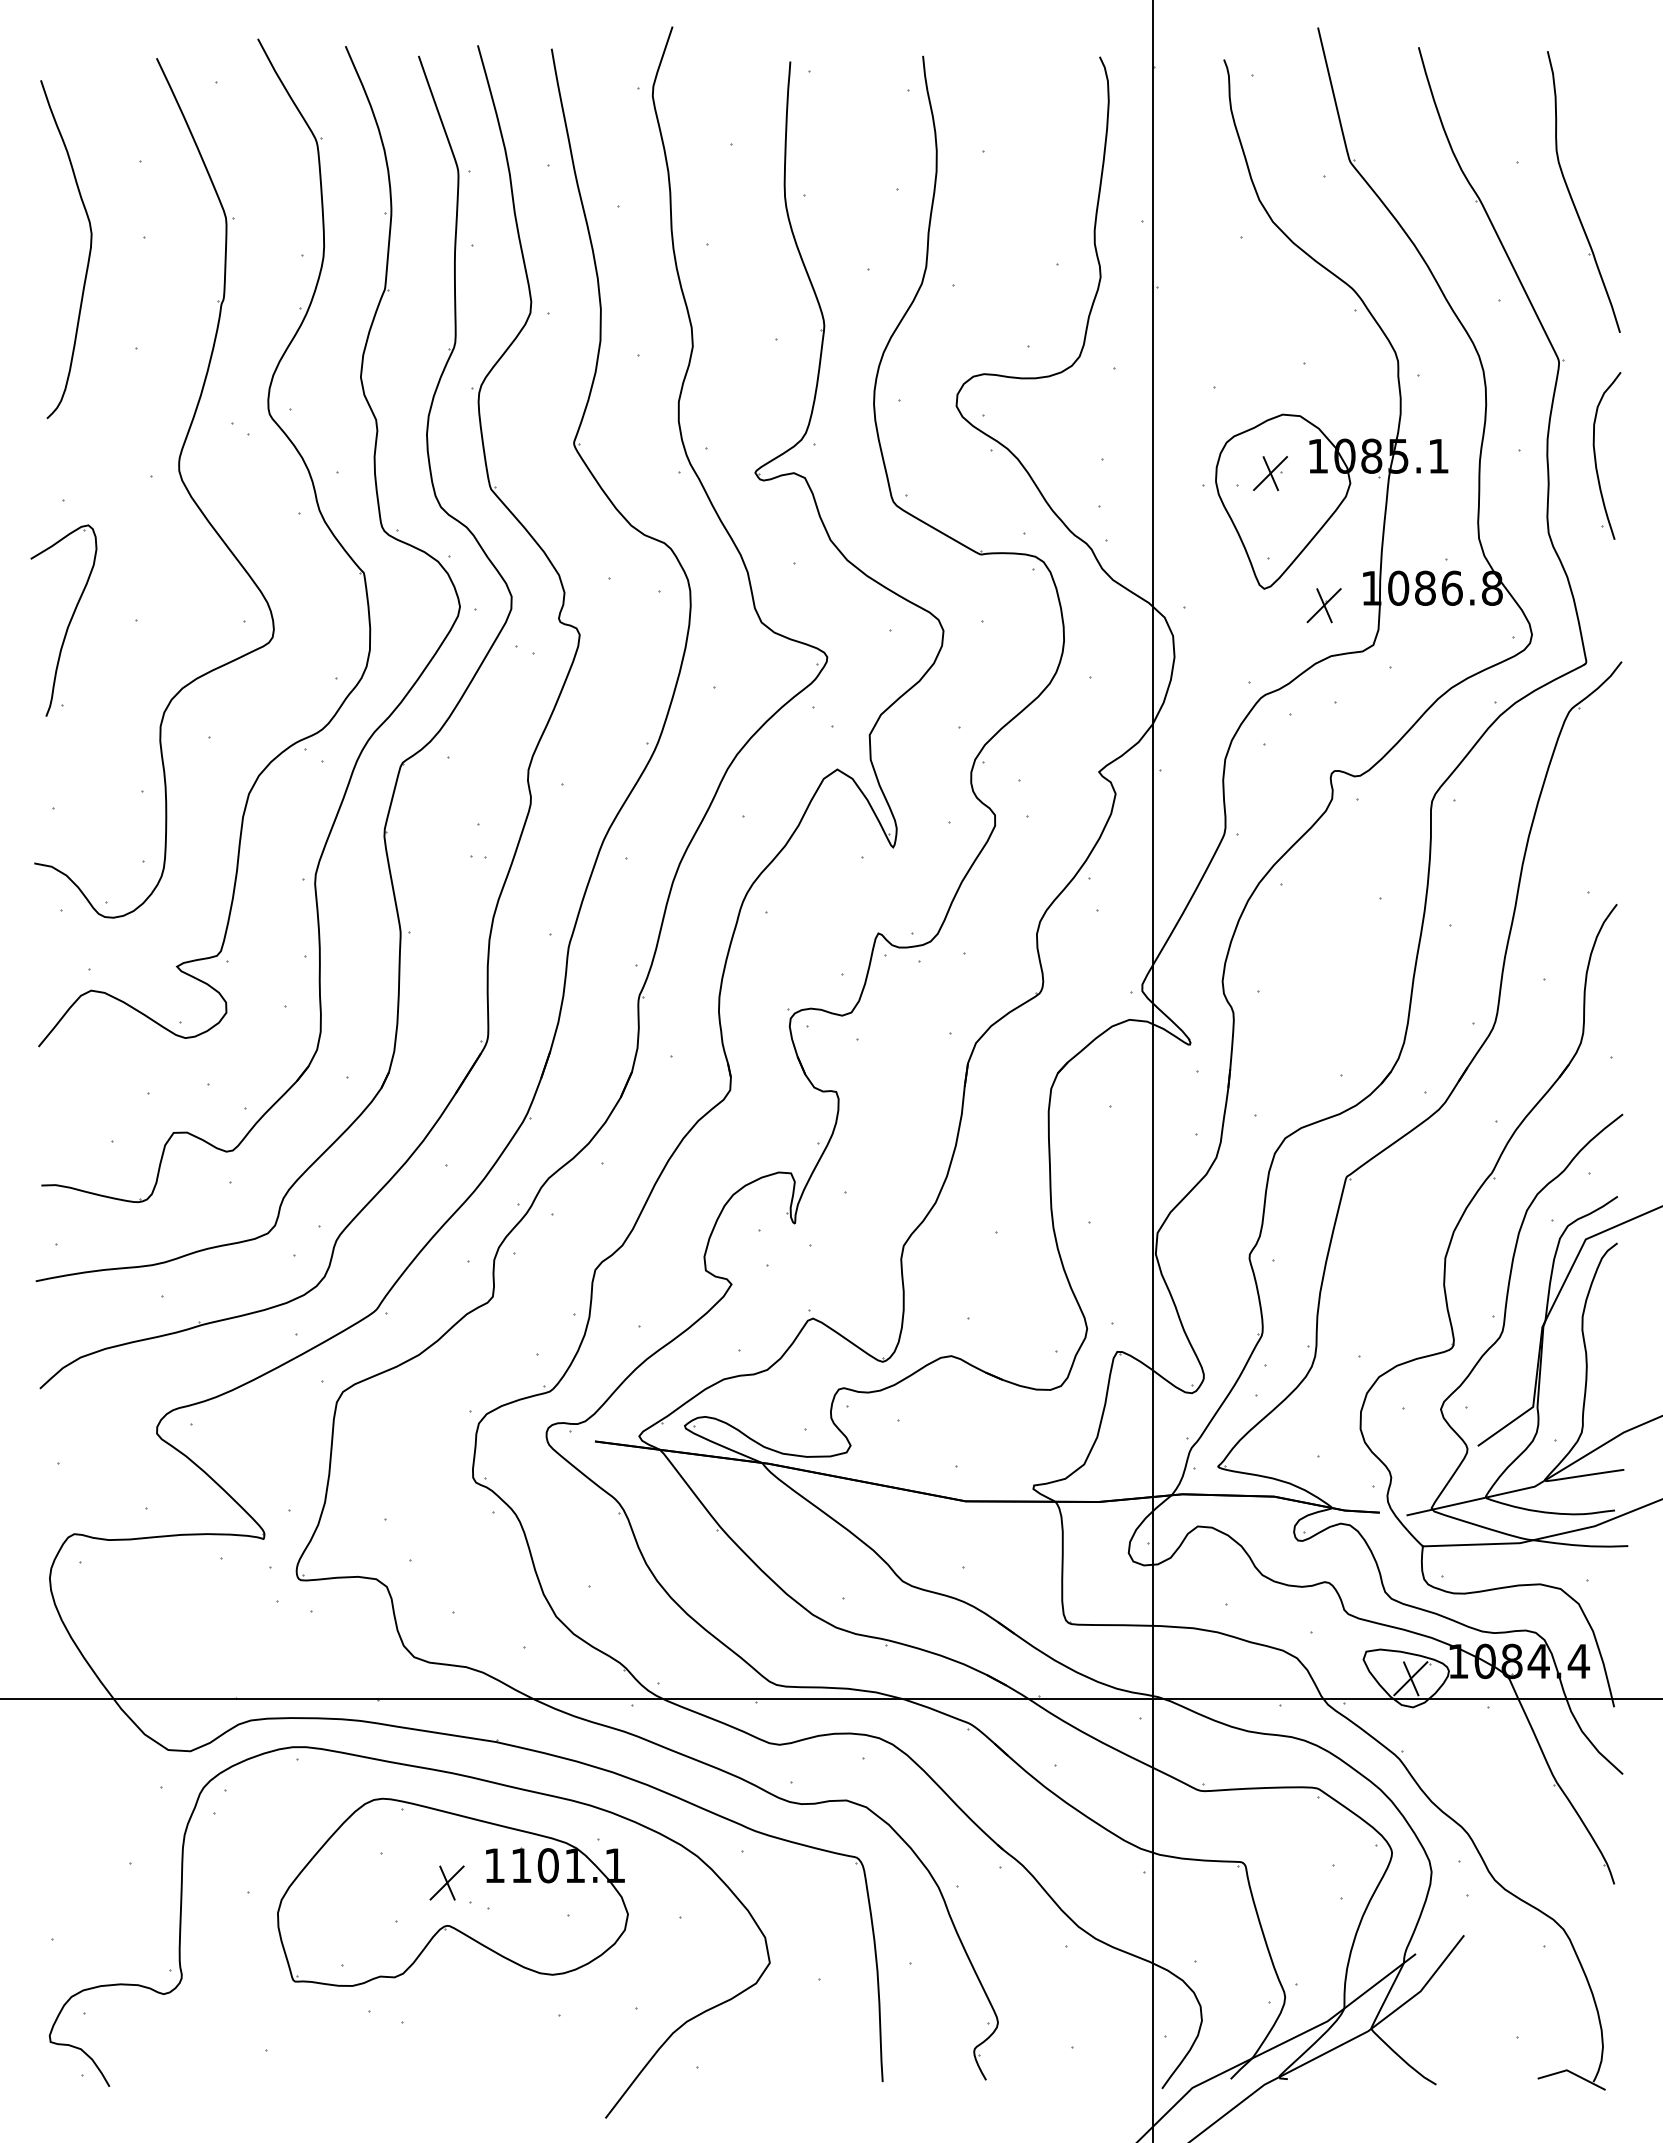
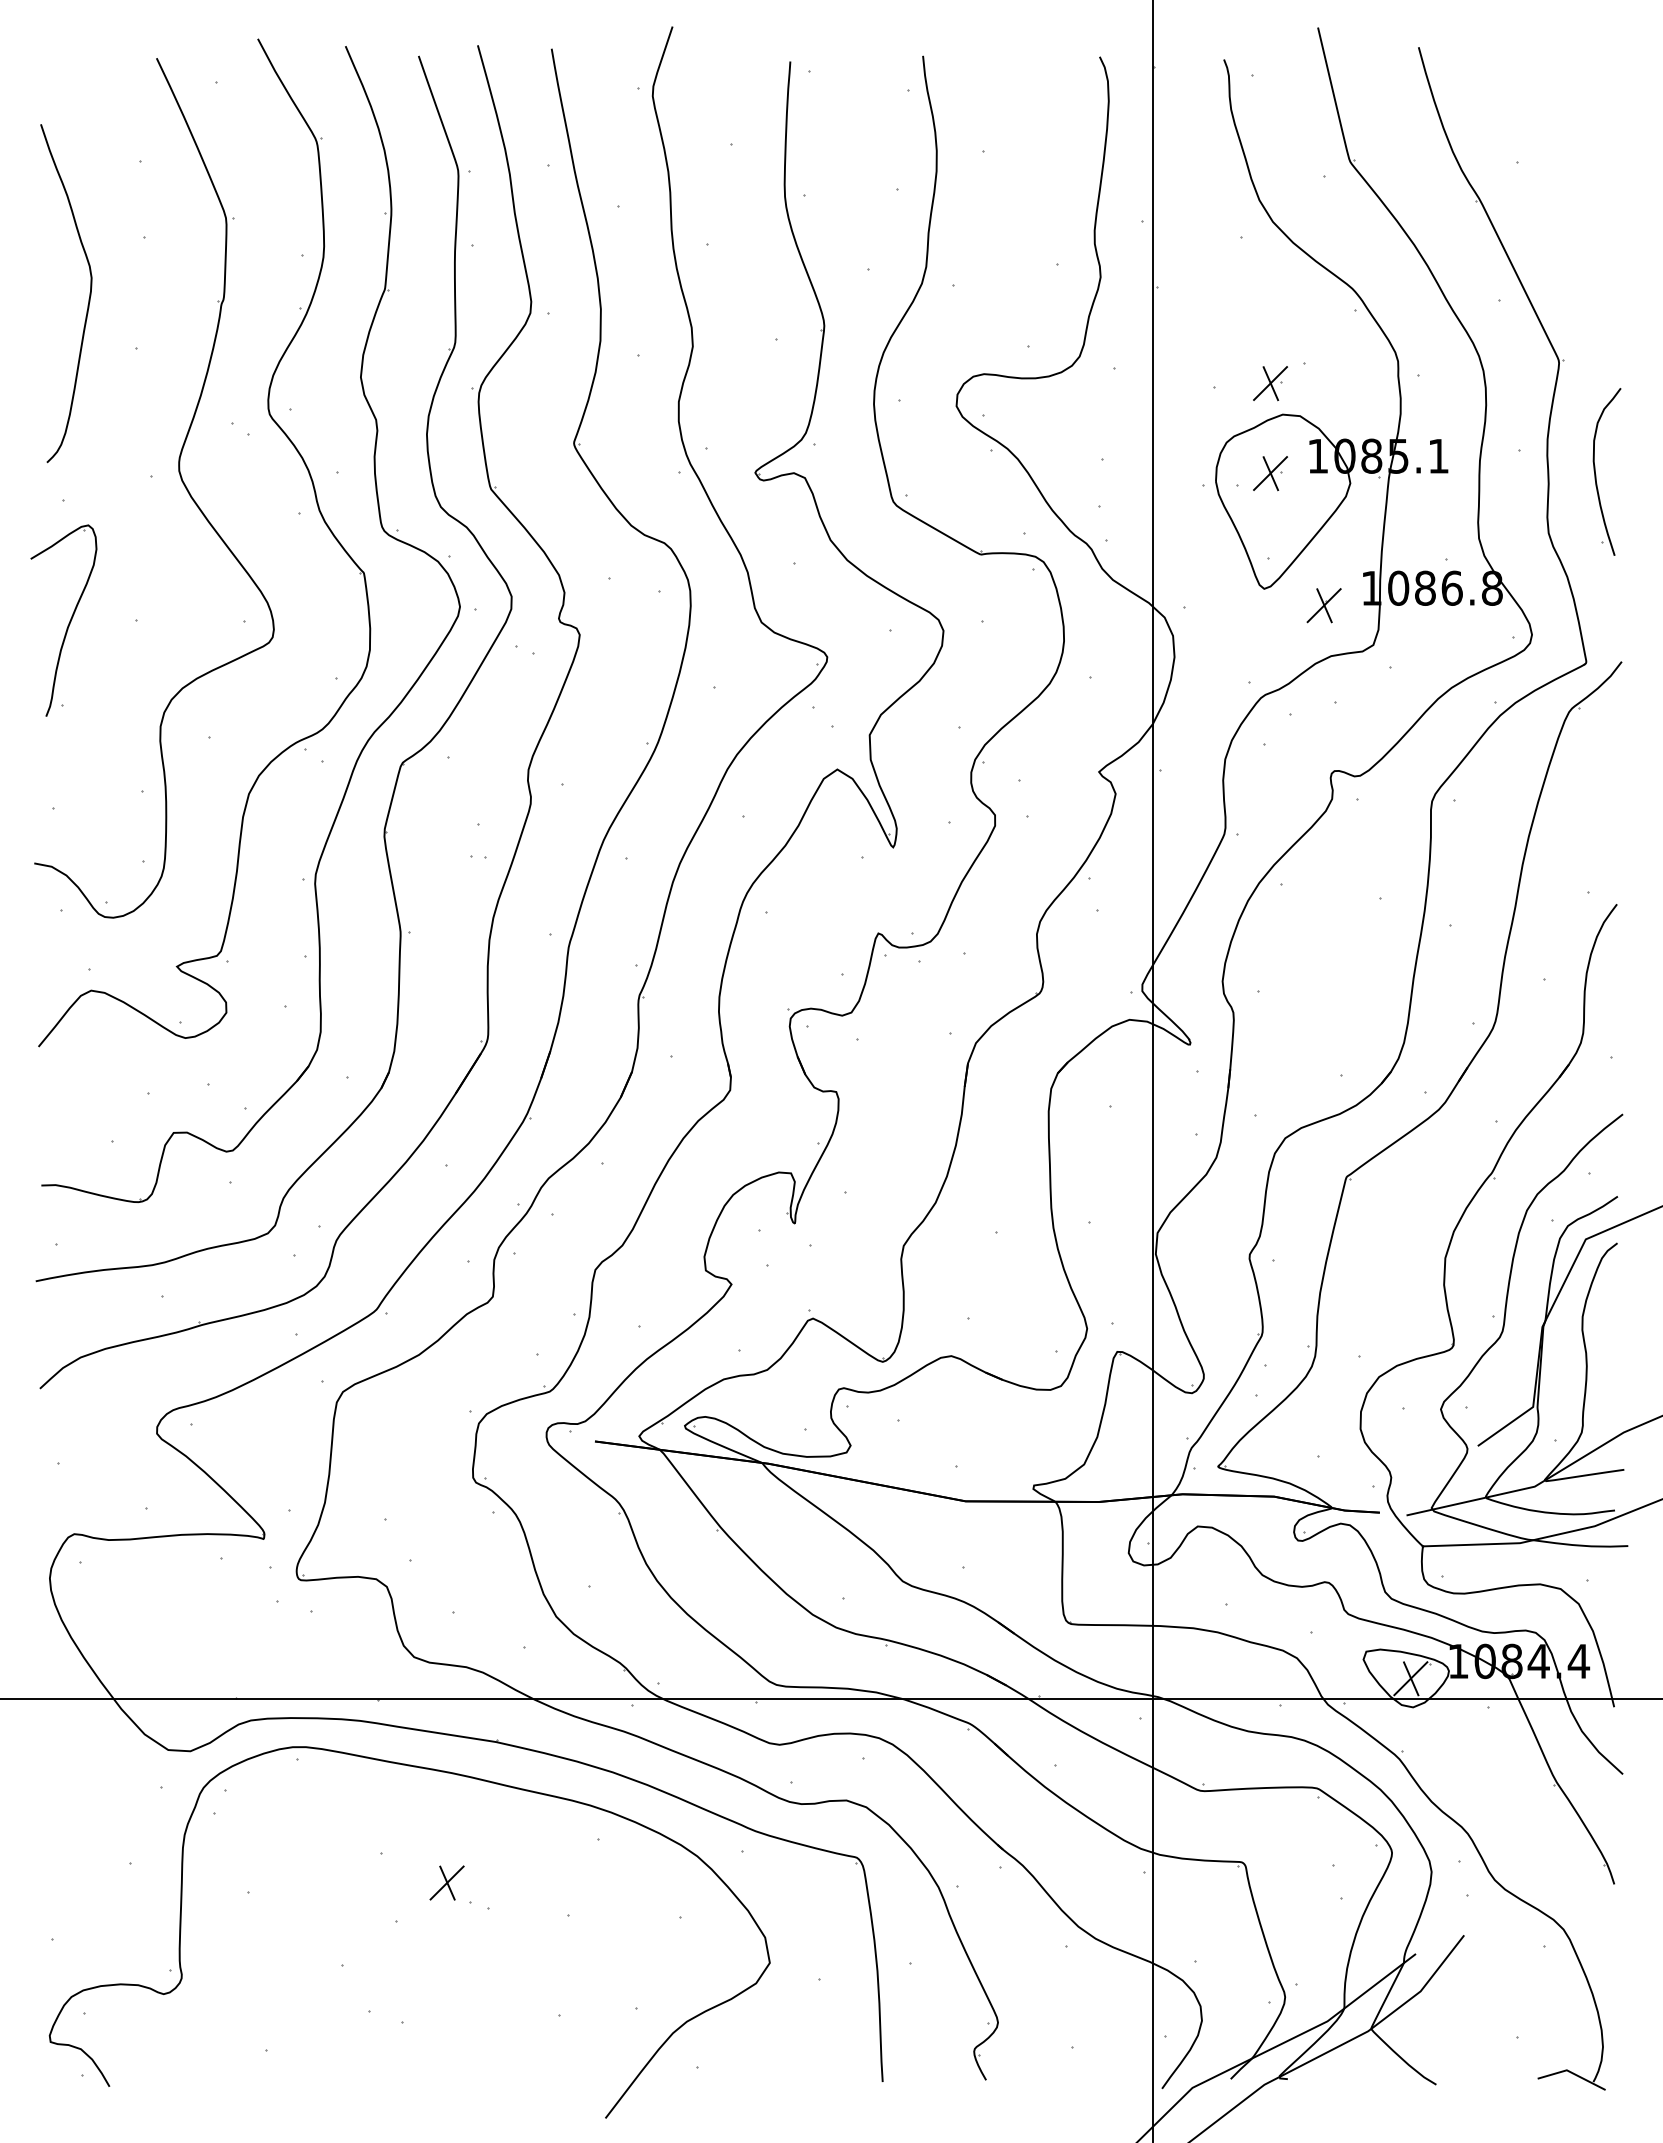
part at (1572, 197): present -> none
curve at (88, 254) position: (88, 254) -> (88, 298)
part at (1270, 383): none -> present
part at (1596, 458) position: (1596, 458) -> (1596, 474)
part at (452, 1891): present -> none
